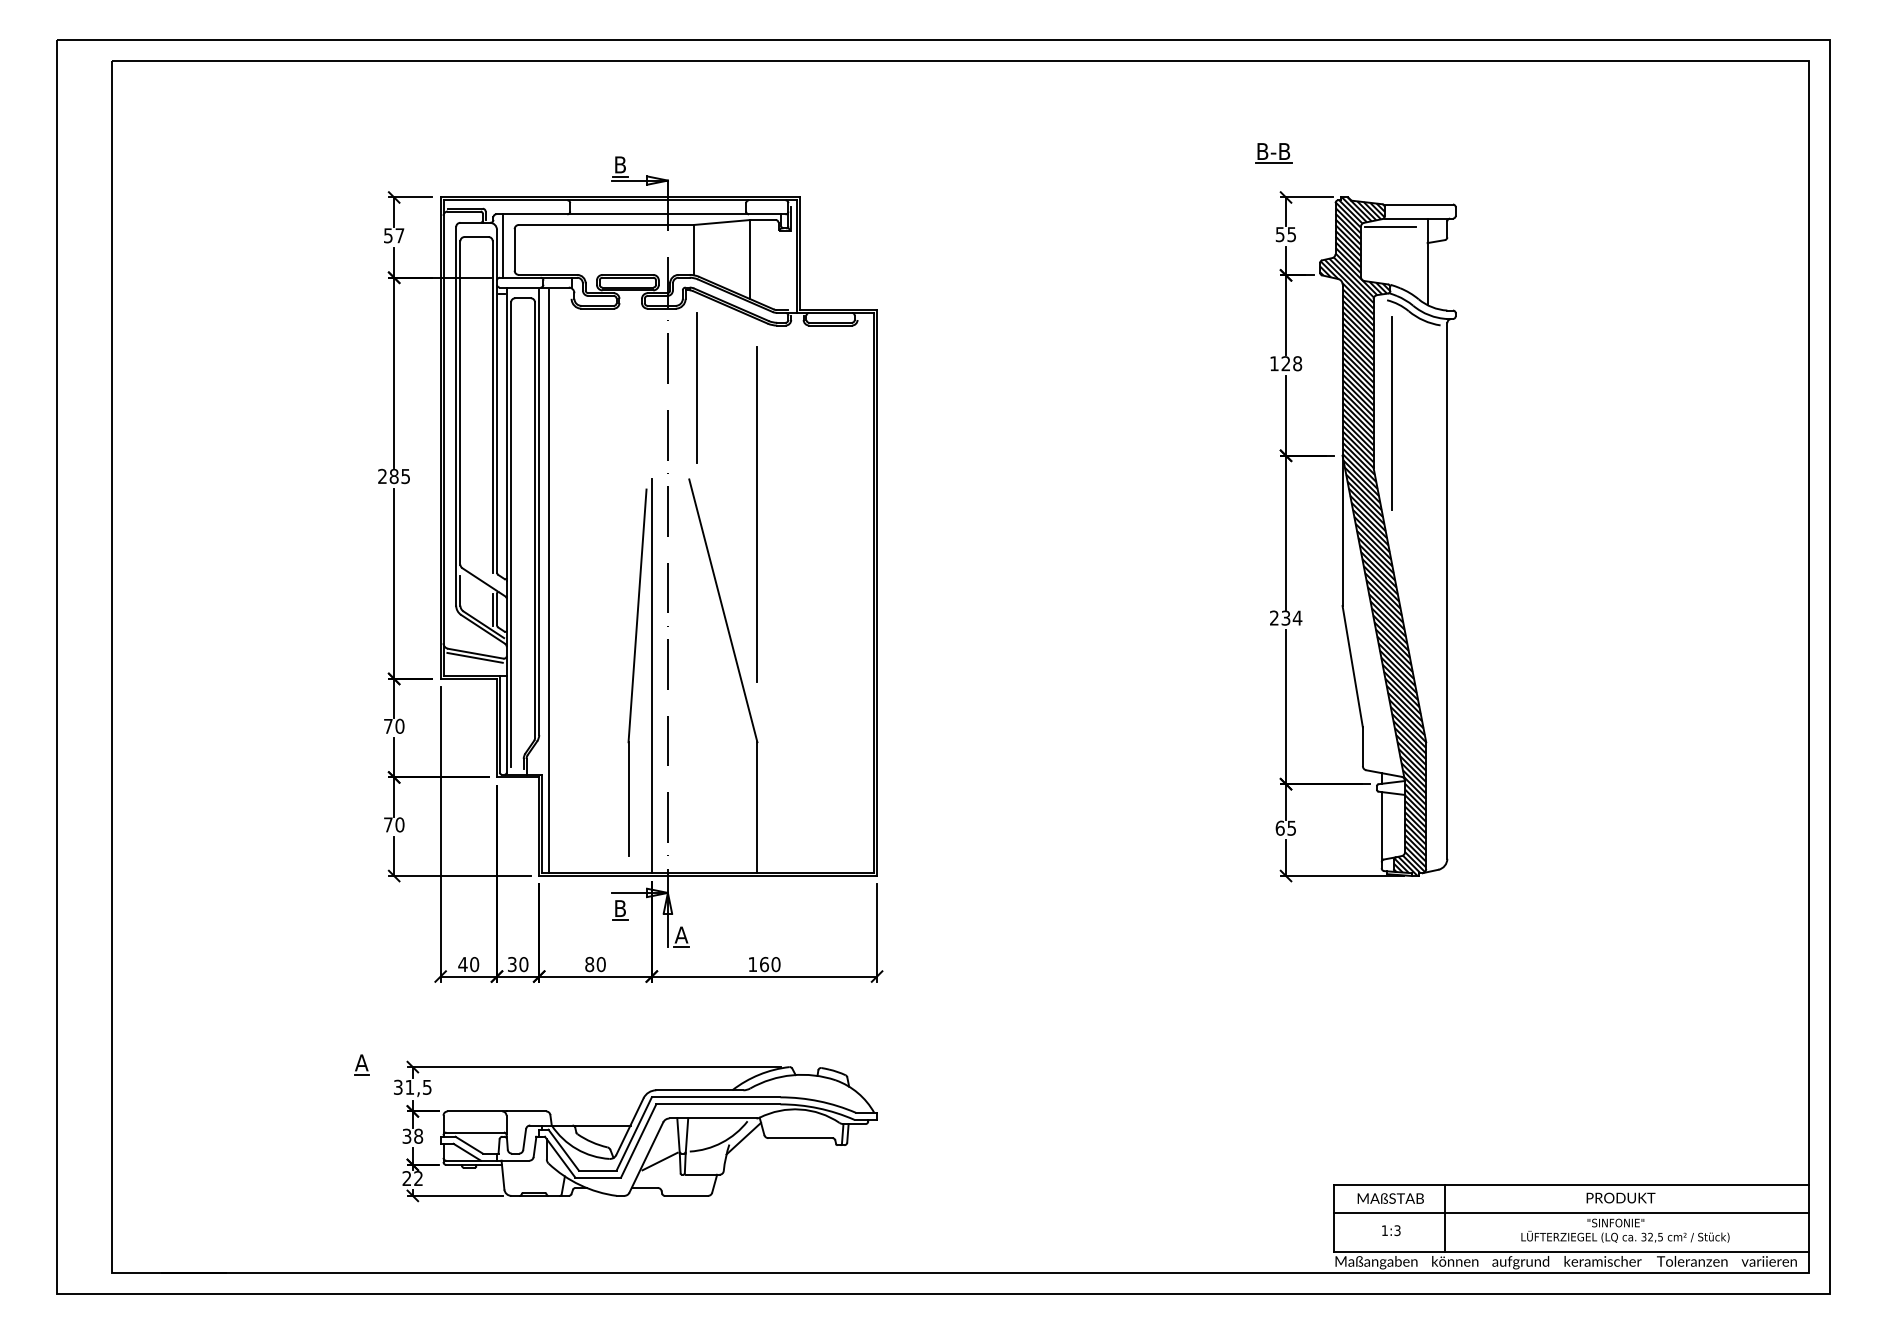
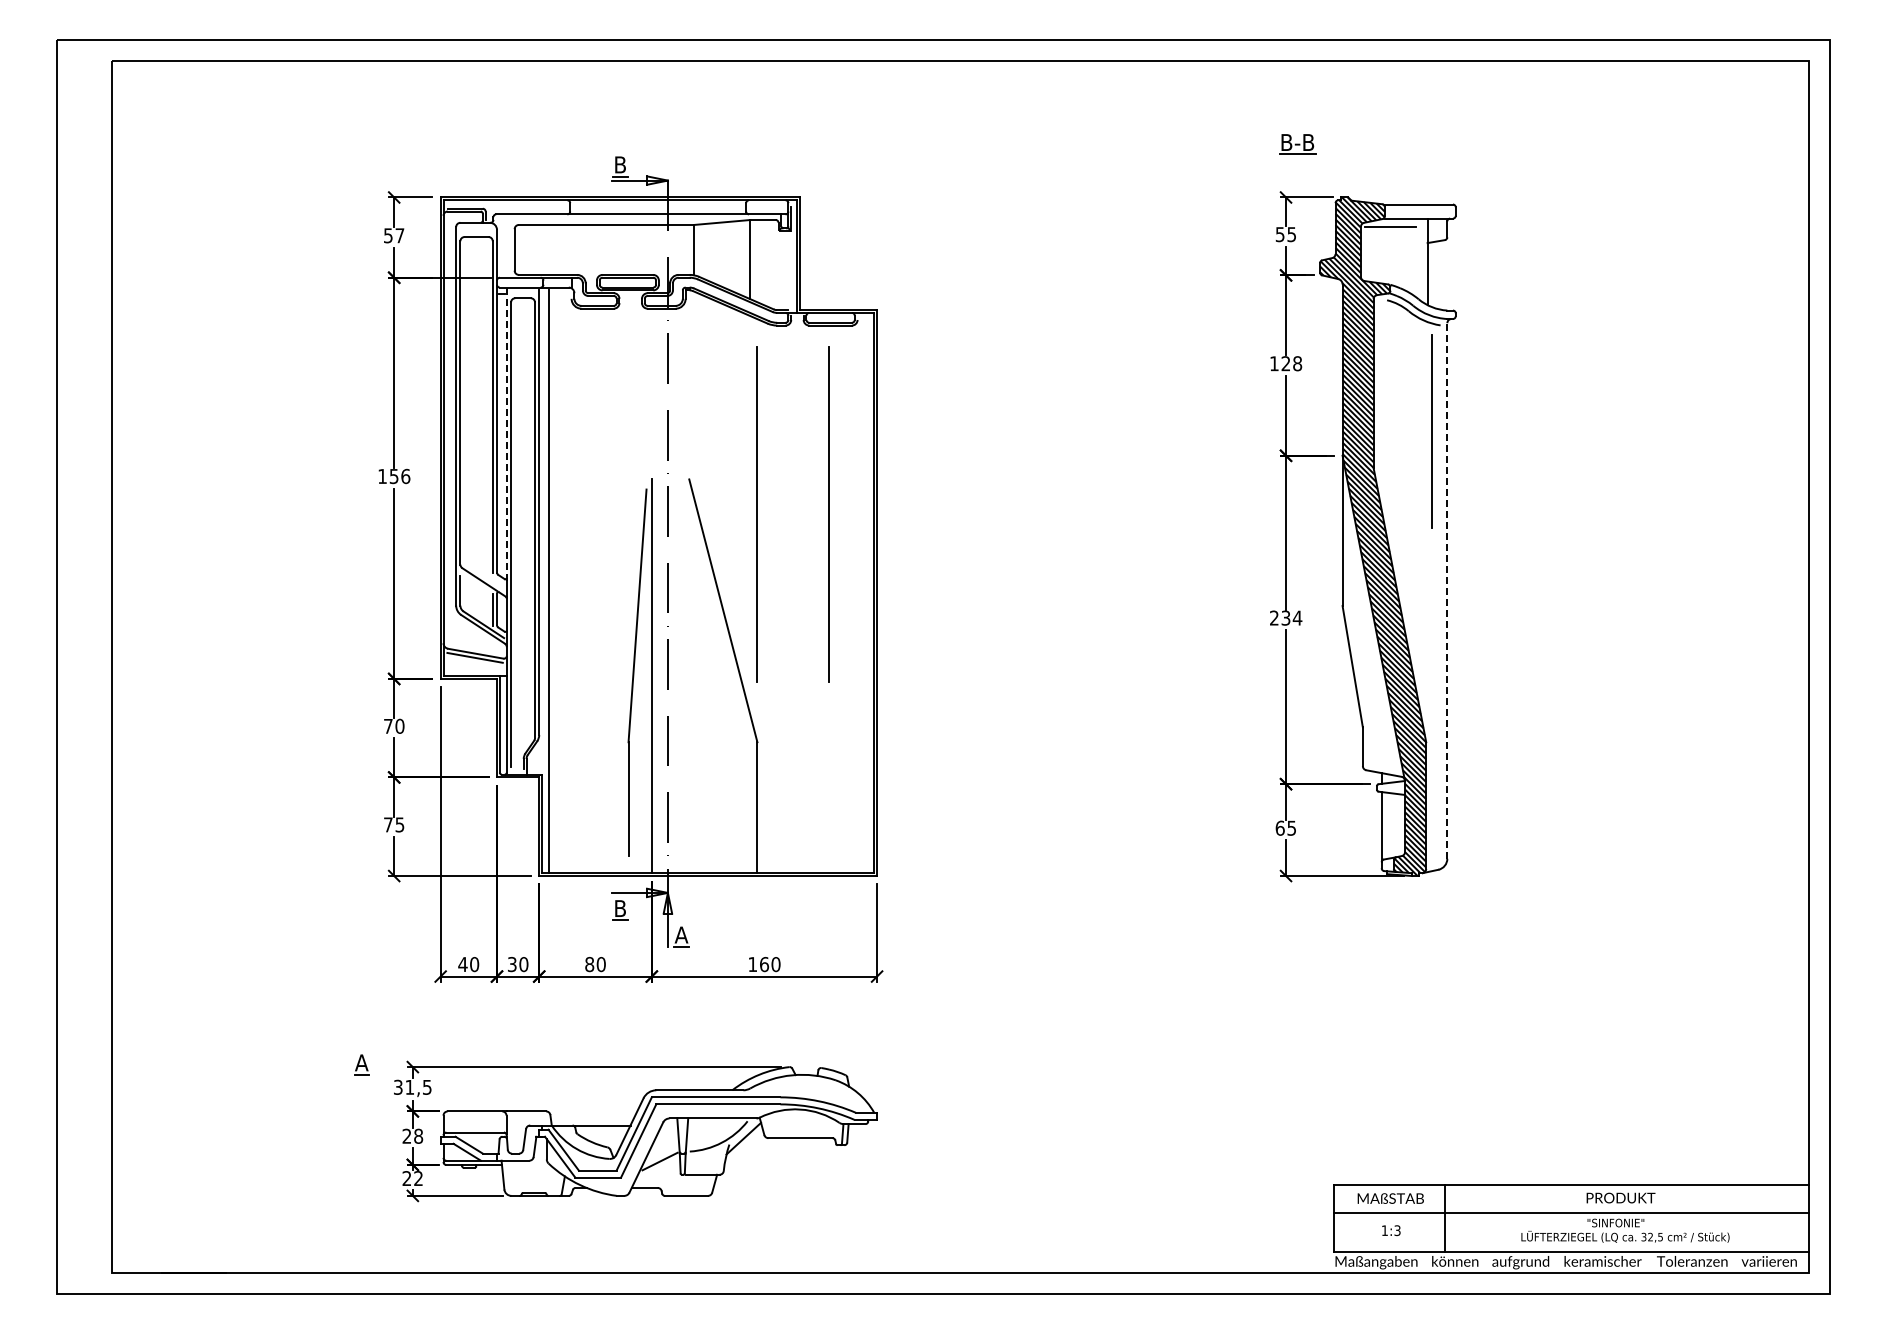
part at (1273, 153) position: (1273, 153) -> (1297, 144)
line at (502, 245): present -> none
line at (696, 387): present -> none
line at (1391, 413) position: (1391, 413) -> (1431, 431)
line at (506, 433): solid -> dashed
text at (394, 476): 285 -> 156
line at (828, 514): none -> present
line at (1447, 591): solid -> dashed
text at (399, 824): 70 -> 75
text at (406, 1136): 38 -> 28
